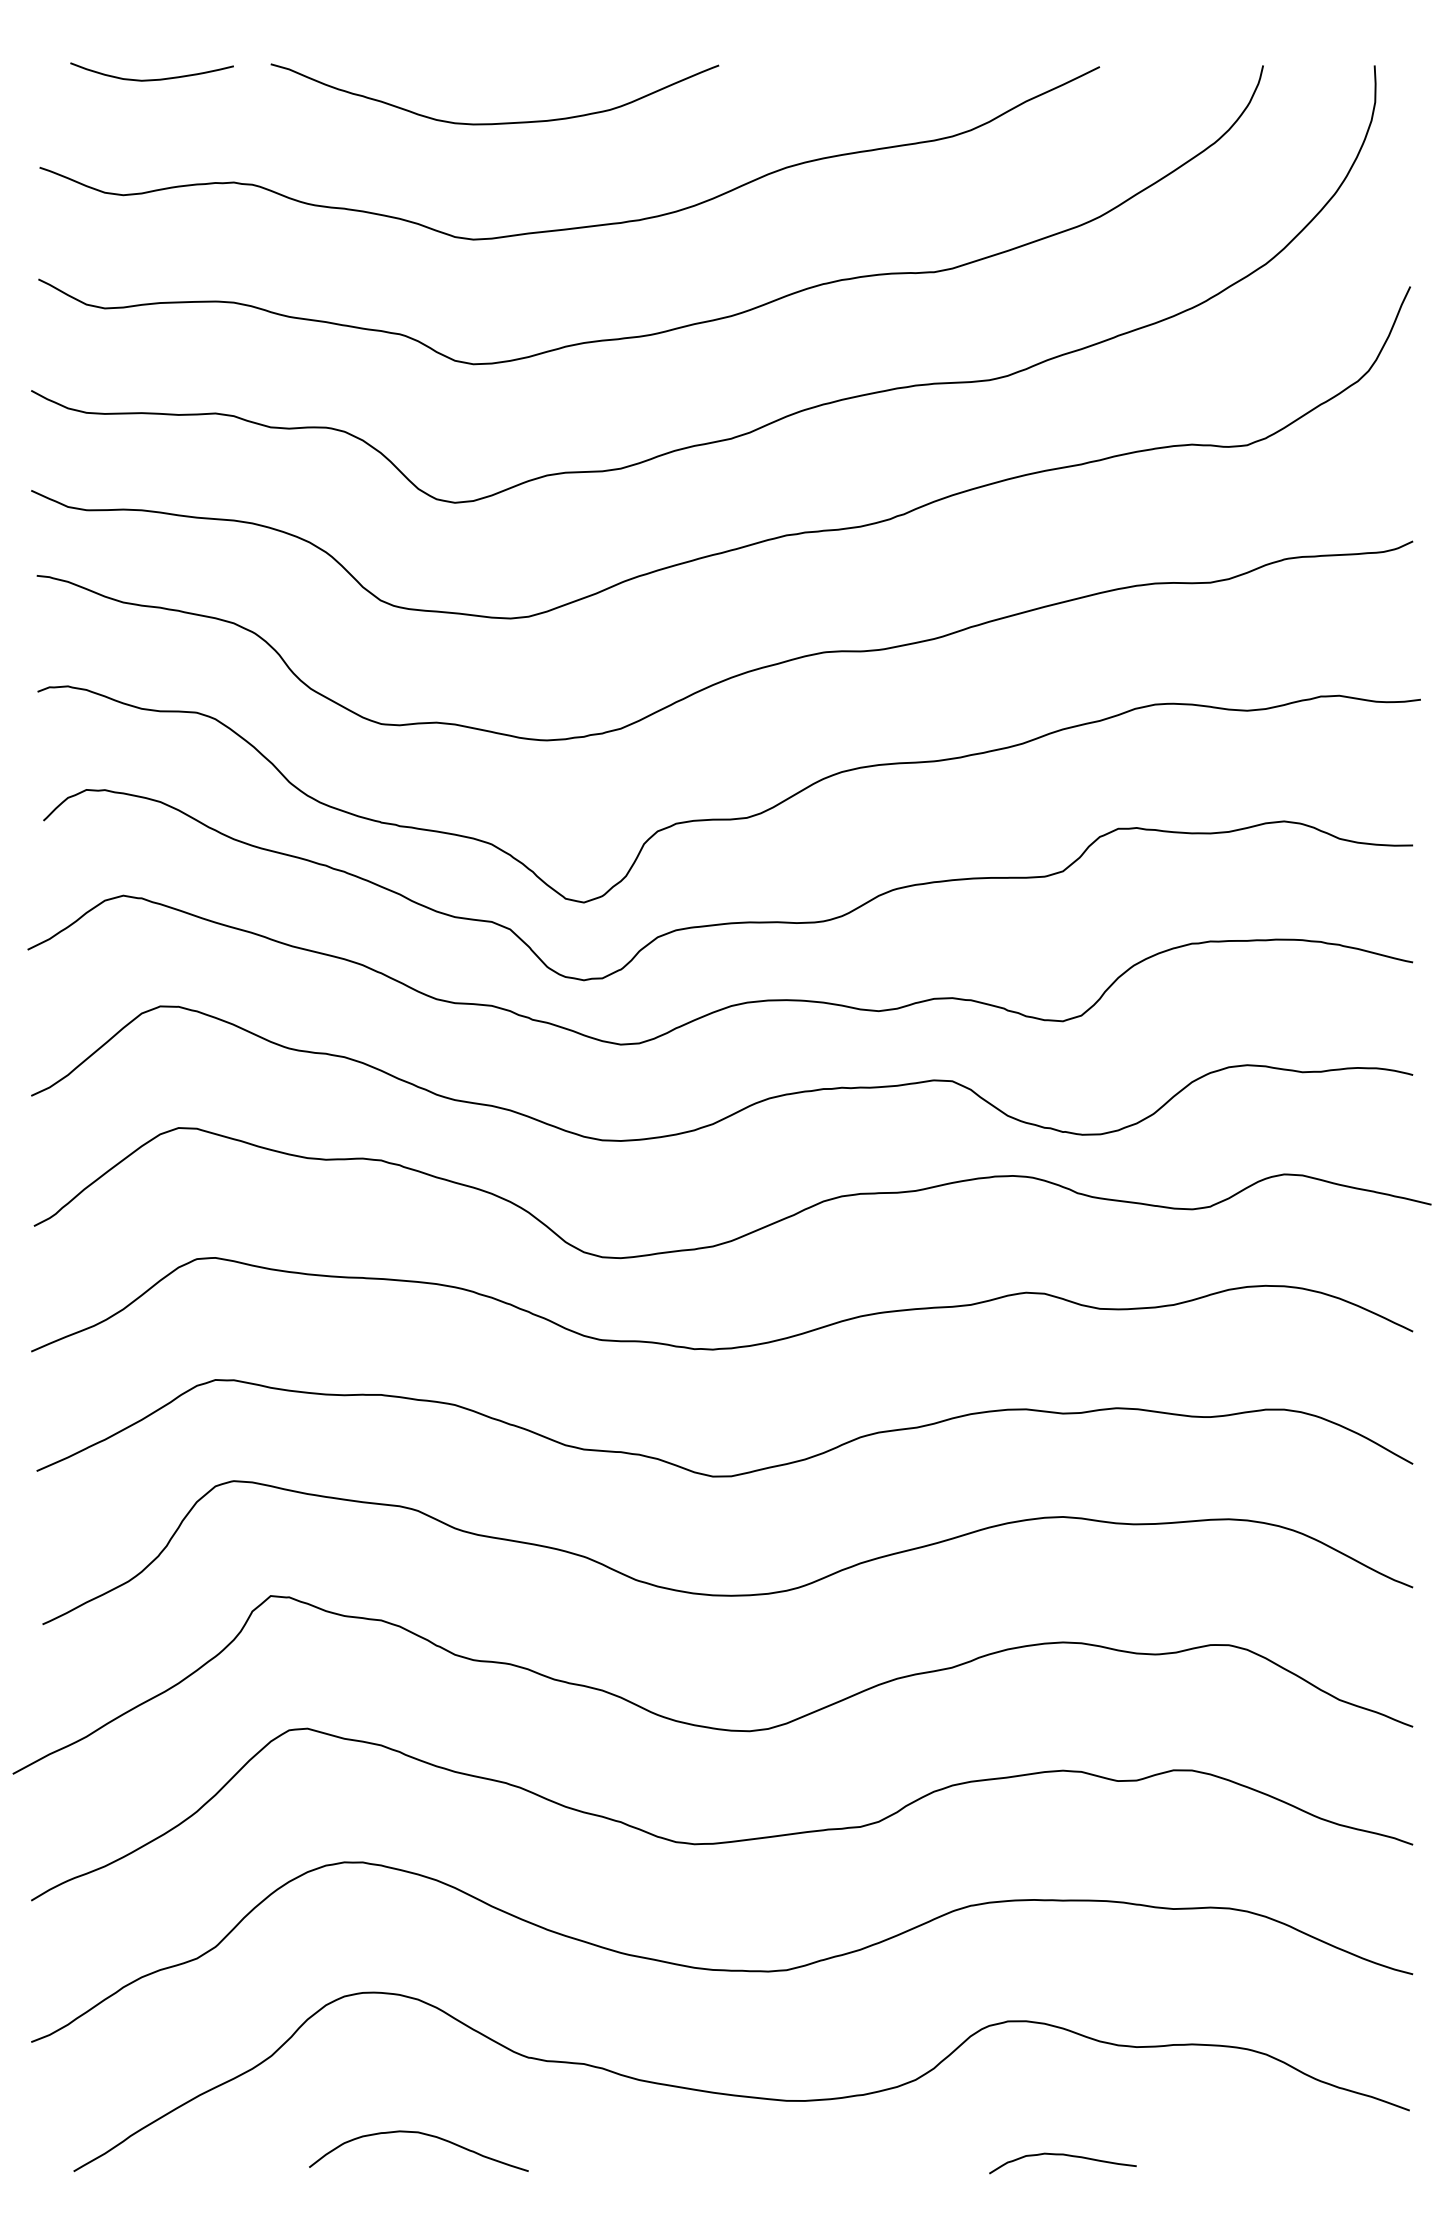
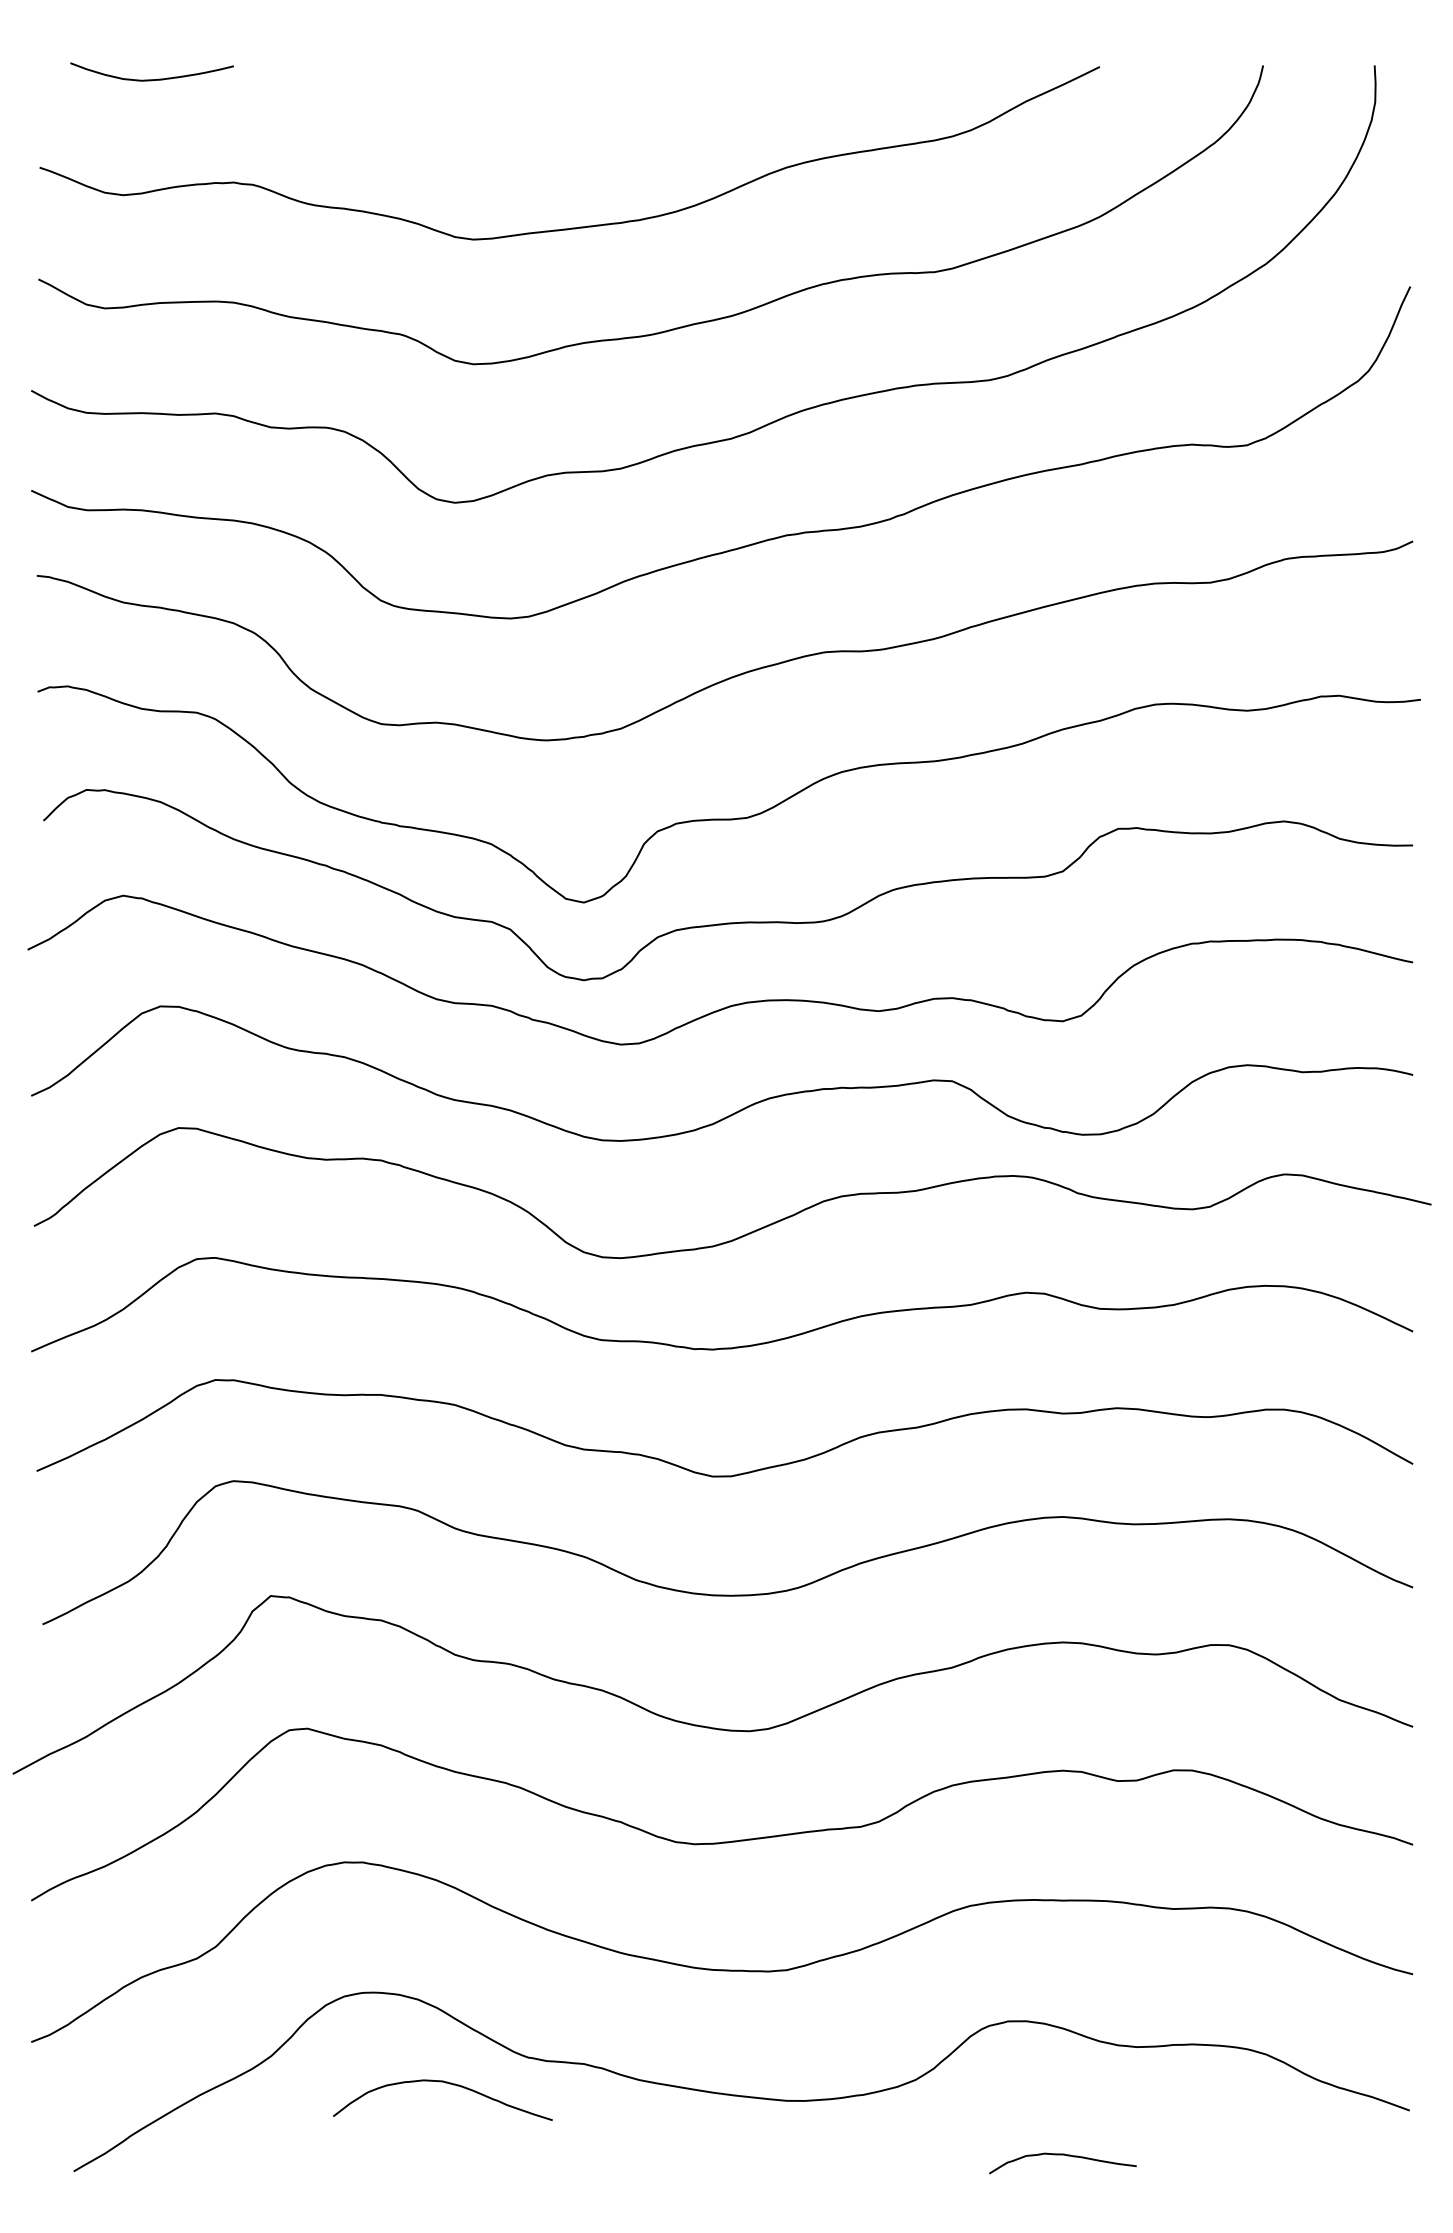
curve at (498, 122): present -> none
curve at (421, 2134) position: (421, 2134) -> (445, 2083)
